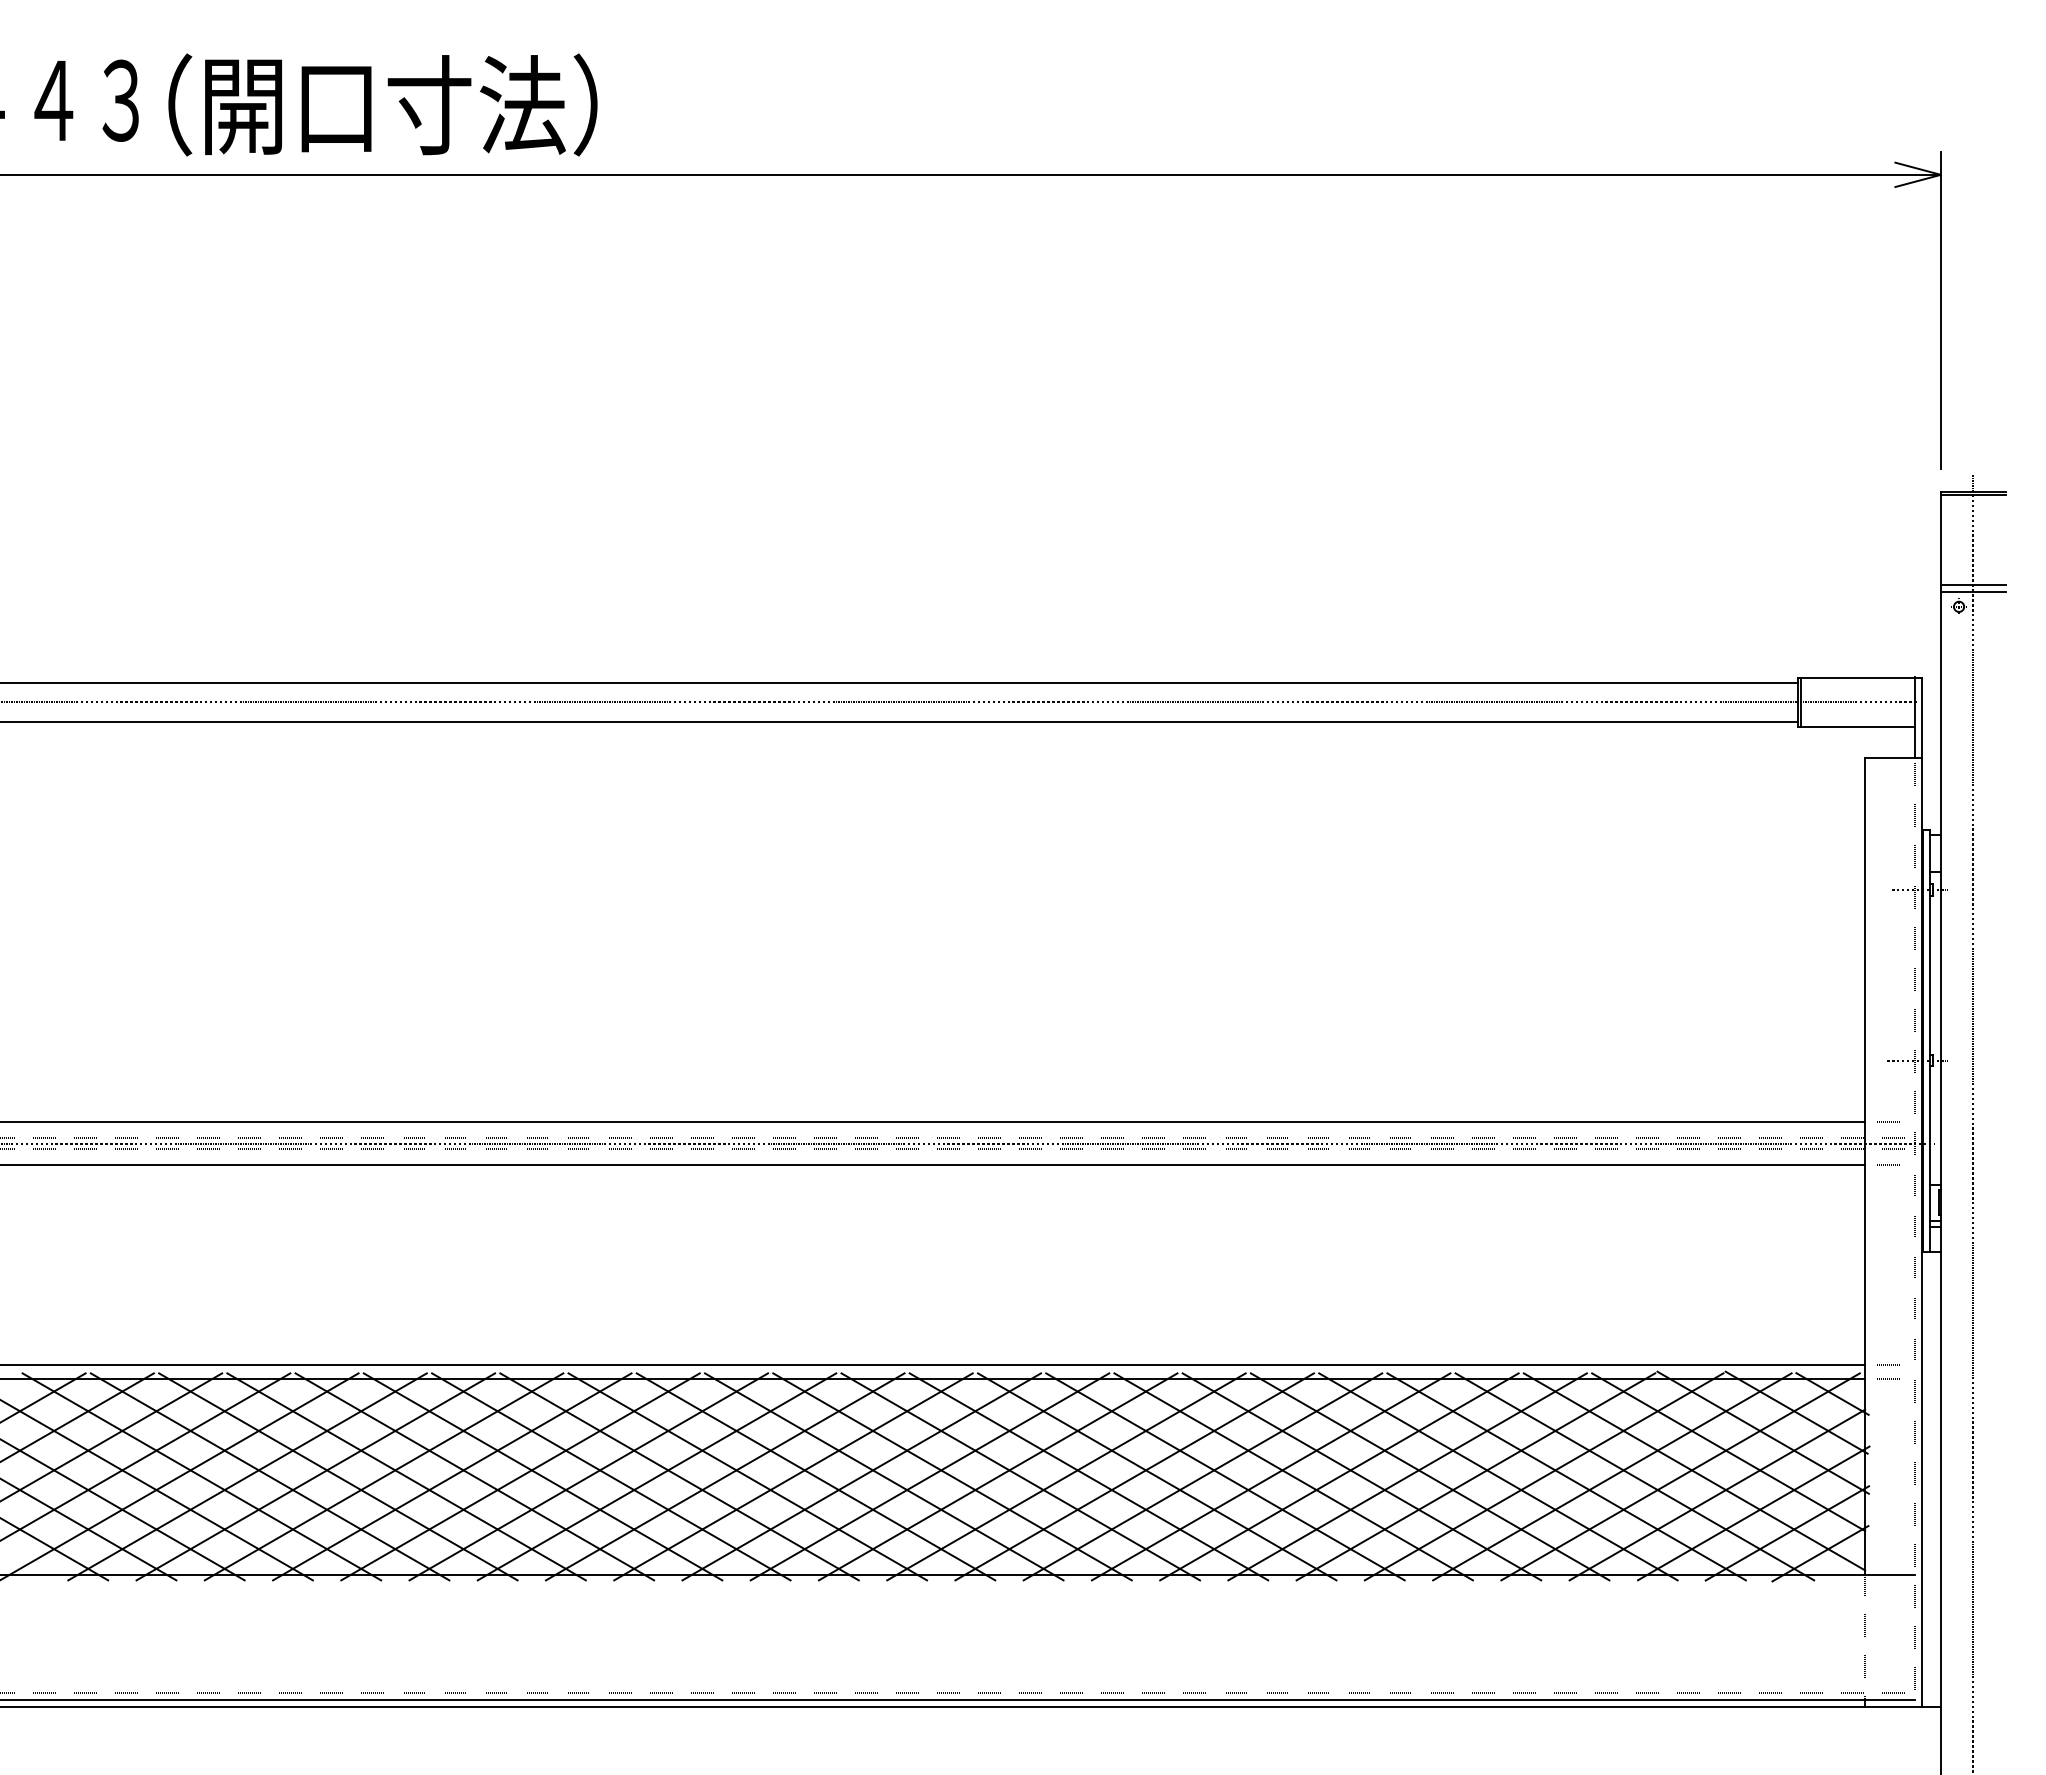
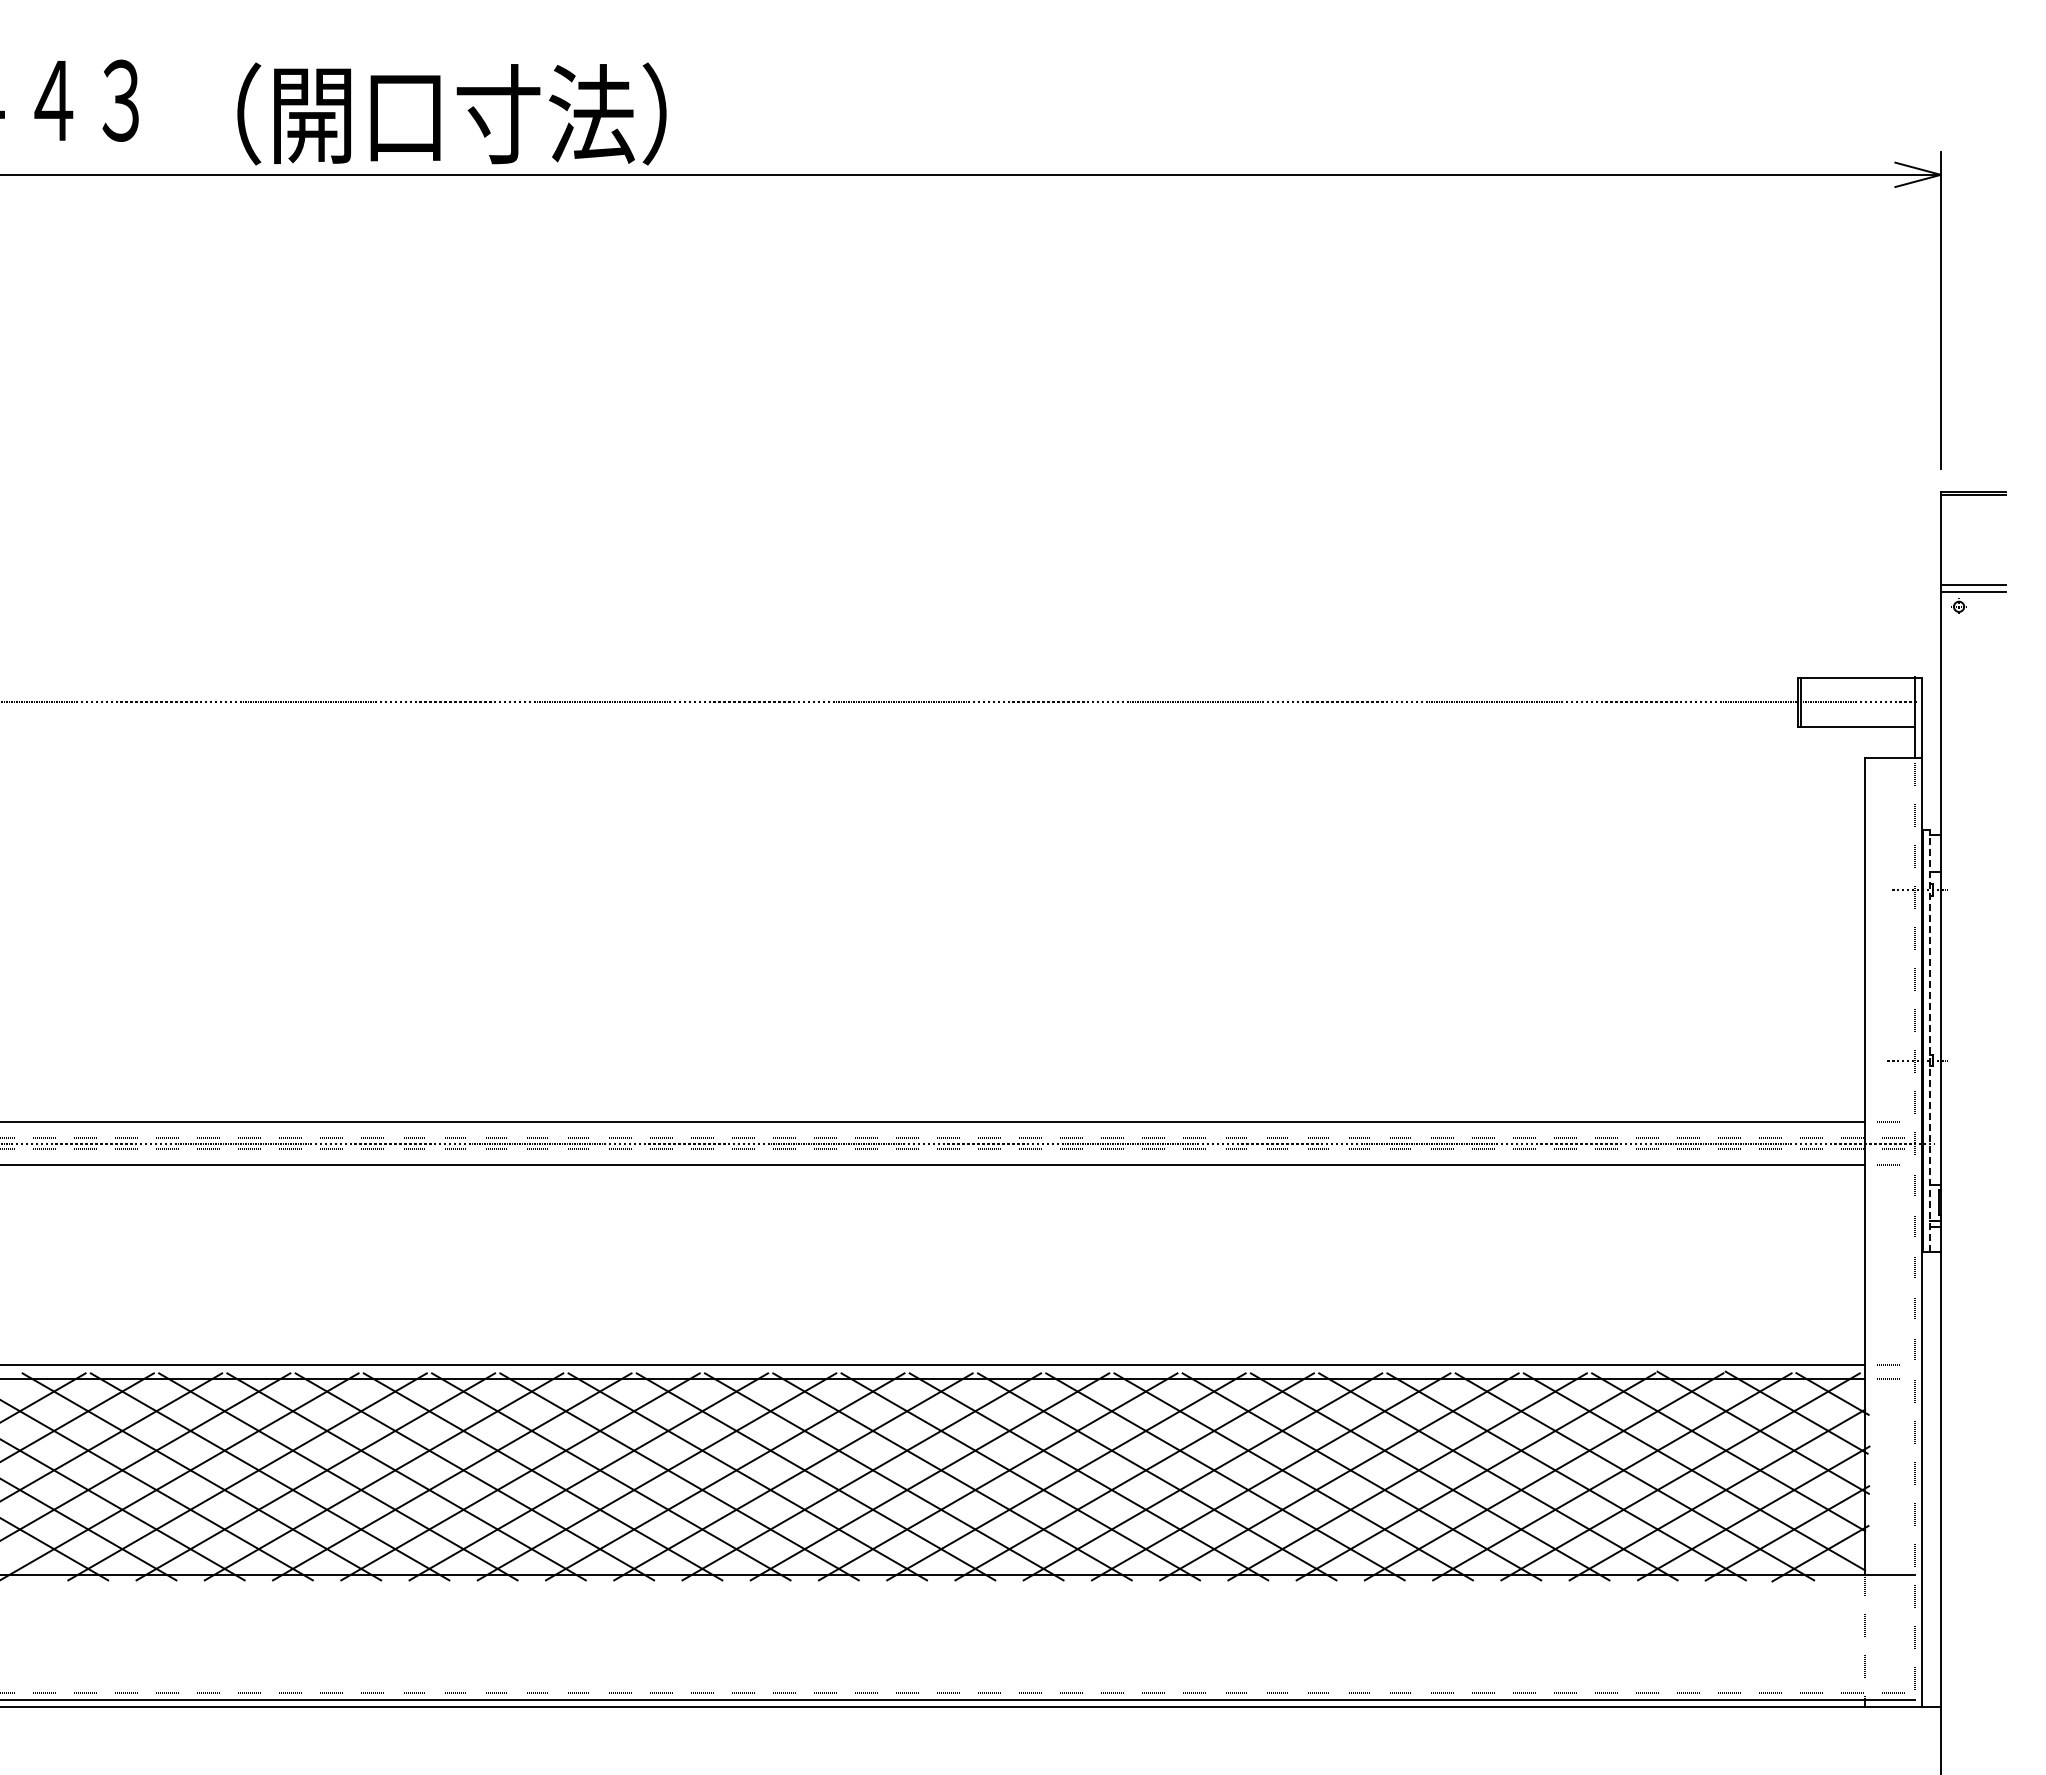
text at (382, 104) position: (382, 104) -> (451, 113)
line at (899, 683): present -> none
line at (899, 721): present -> none
line at (1929, 1040): solid -> dashed
line at (1973, 1123): present -> none
